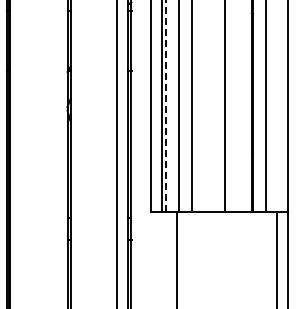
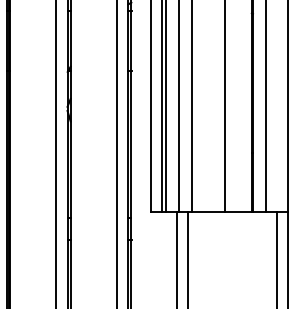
line at (166, 106): dashed -> solid
line at (56, 153): none -> present
line at (187, 258): none -> present
